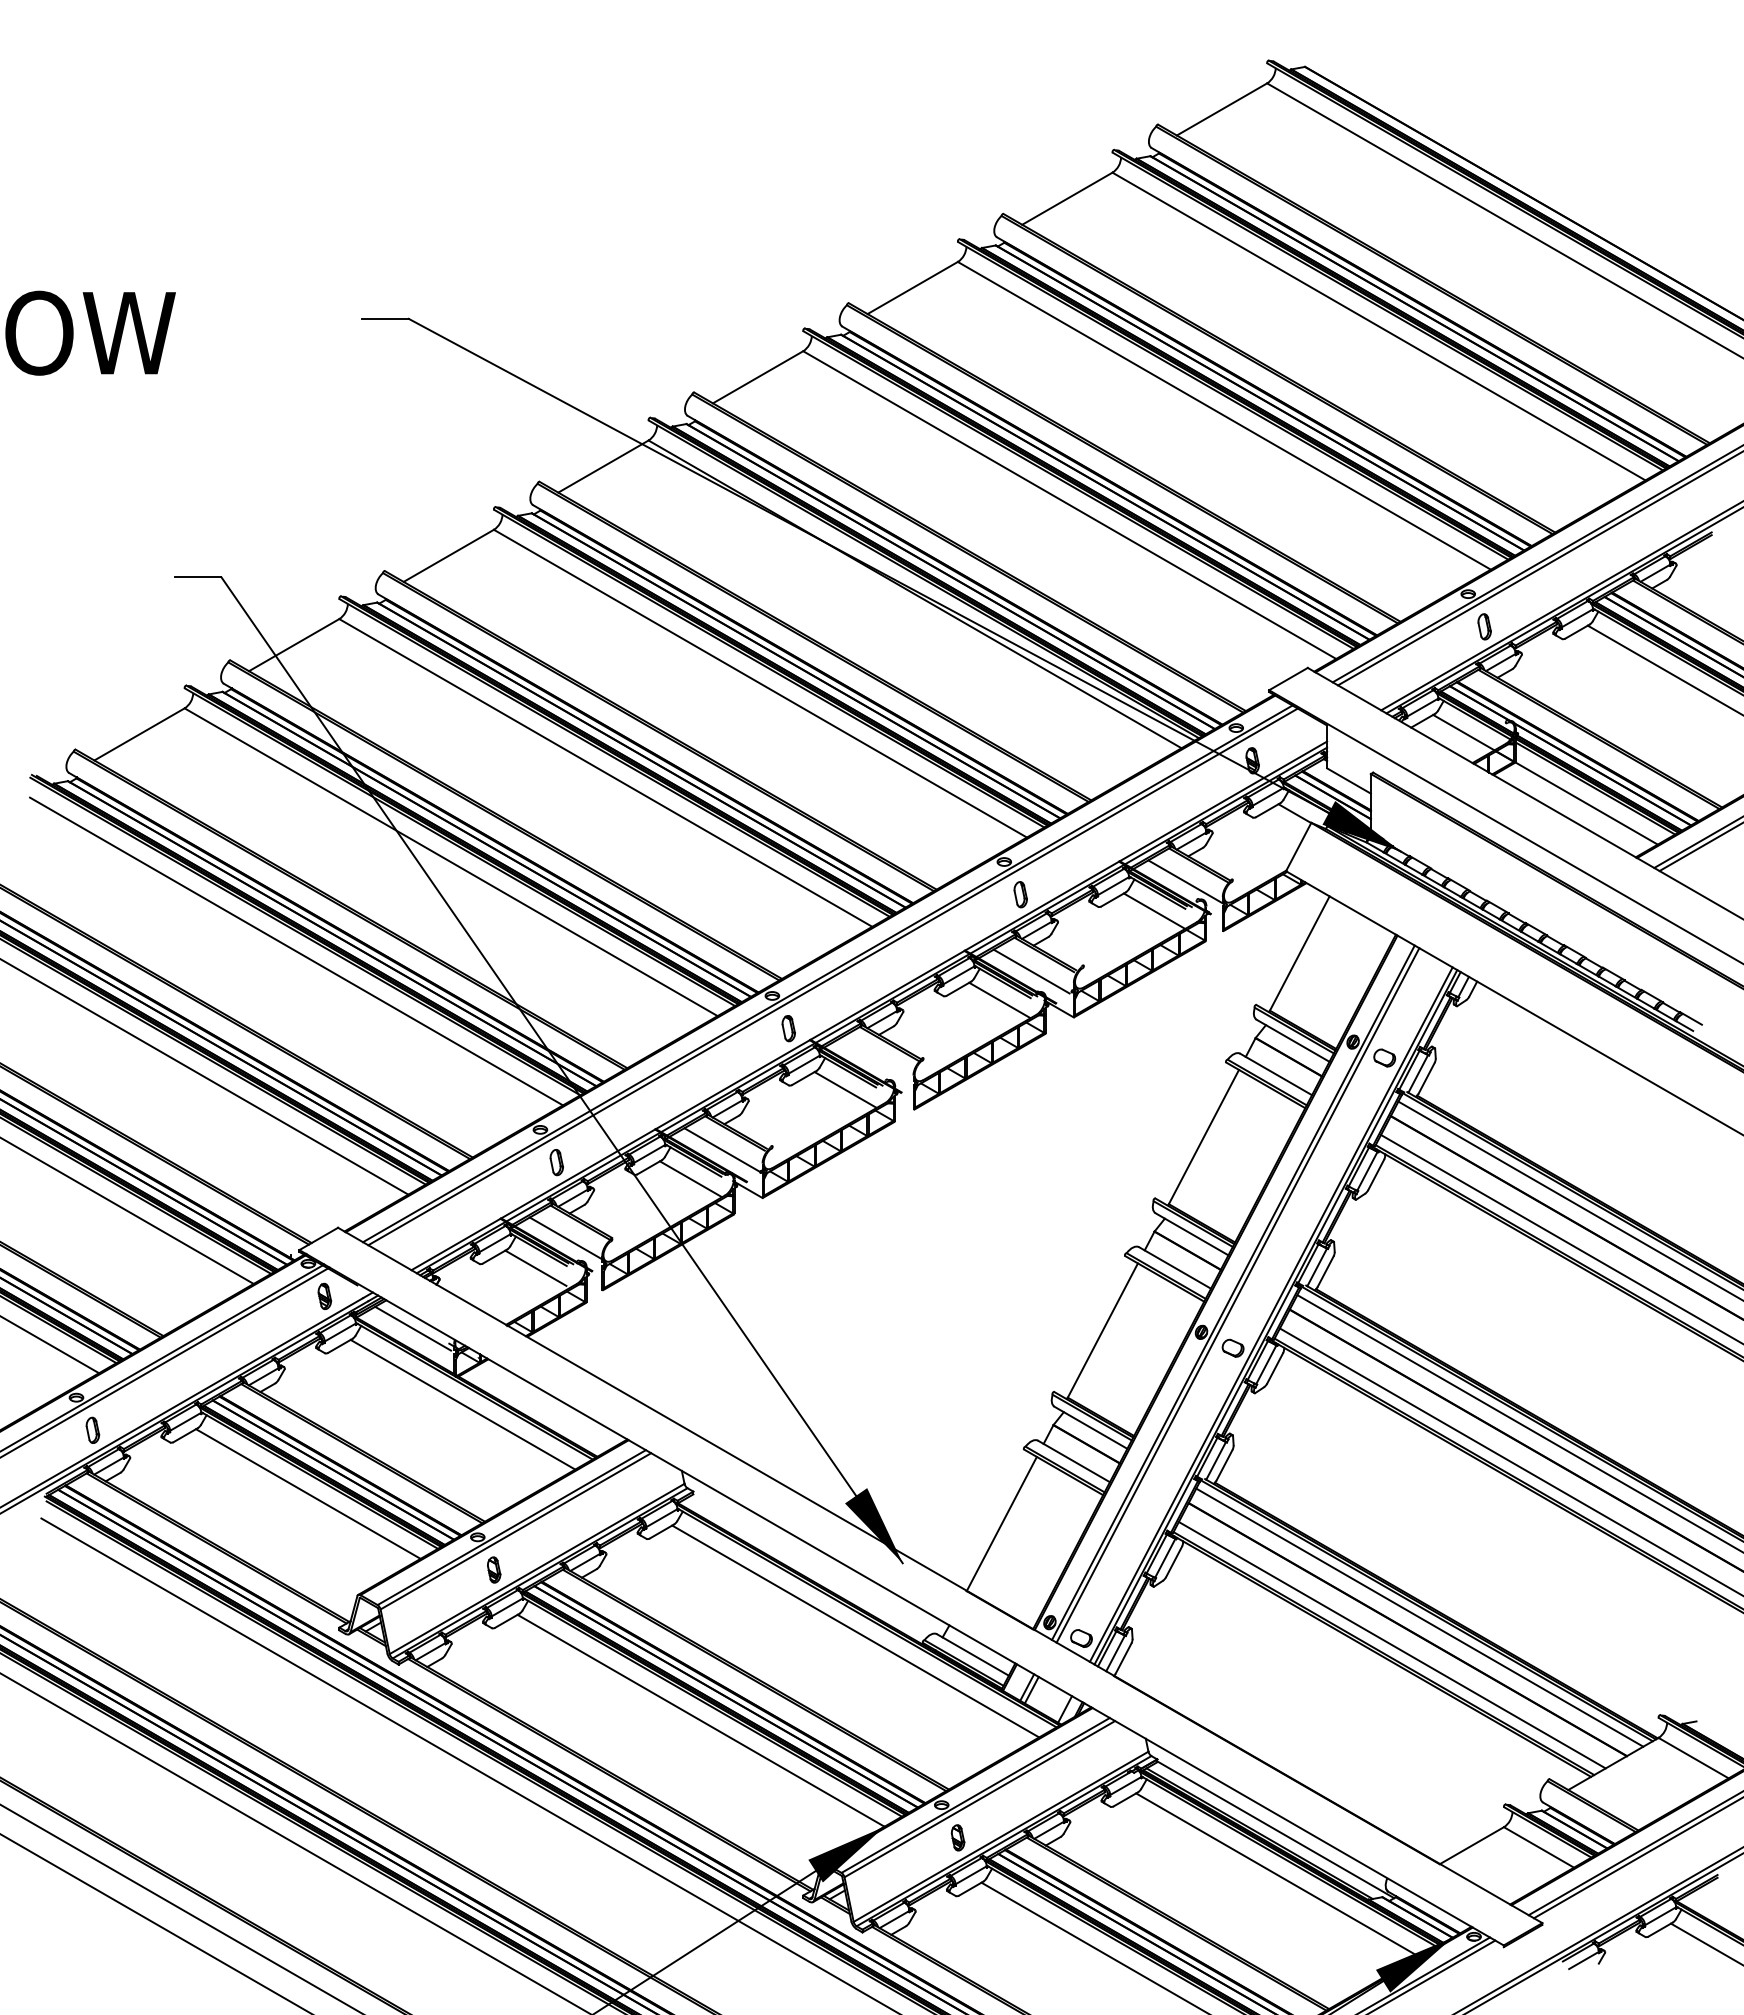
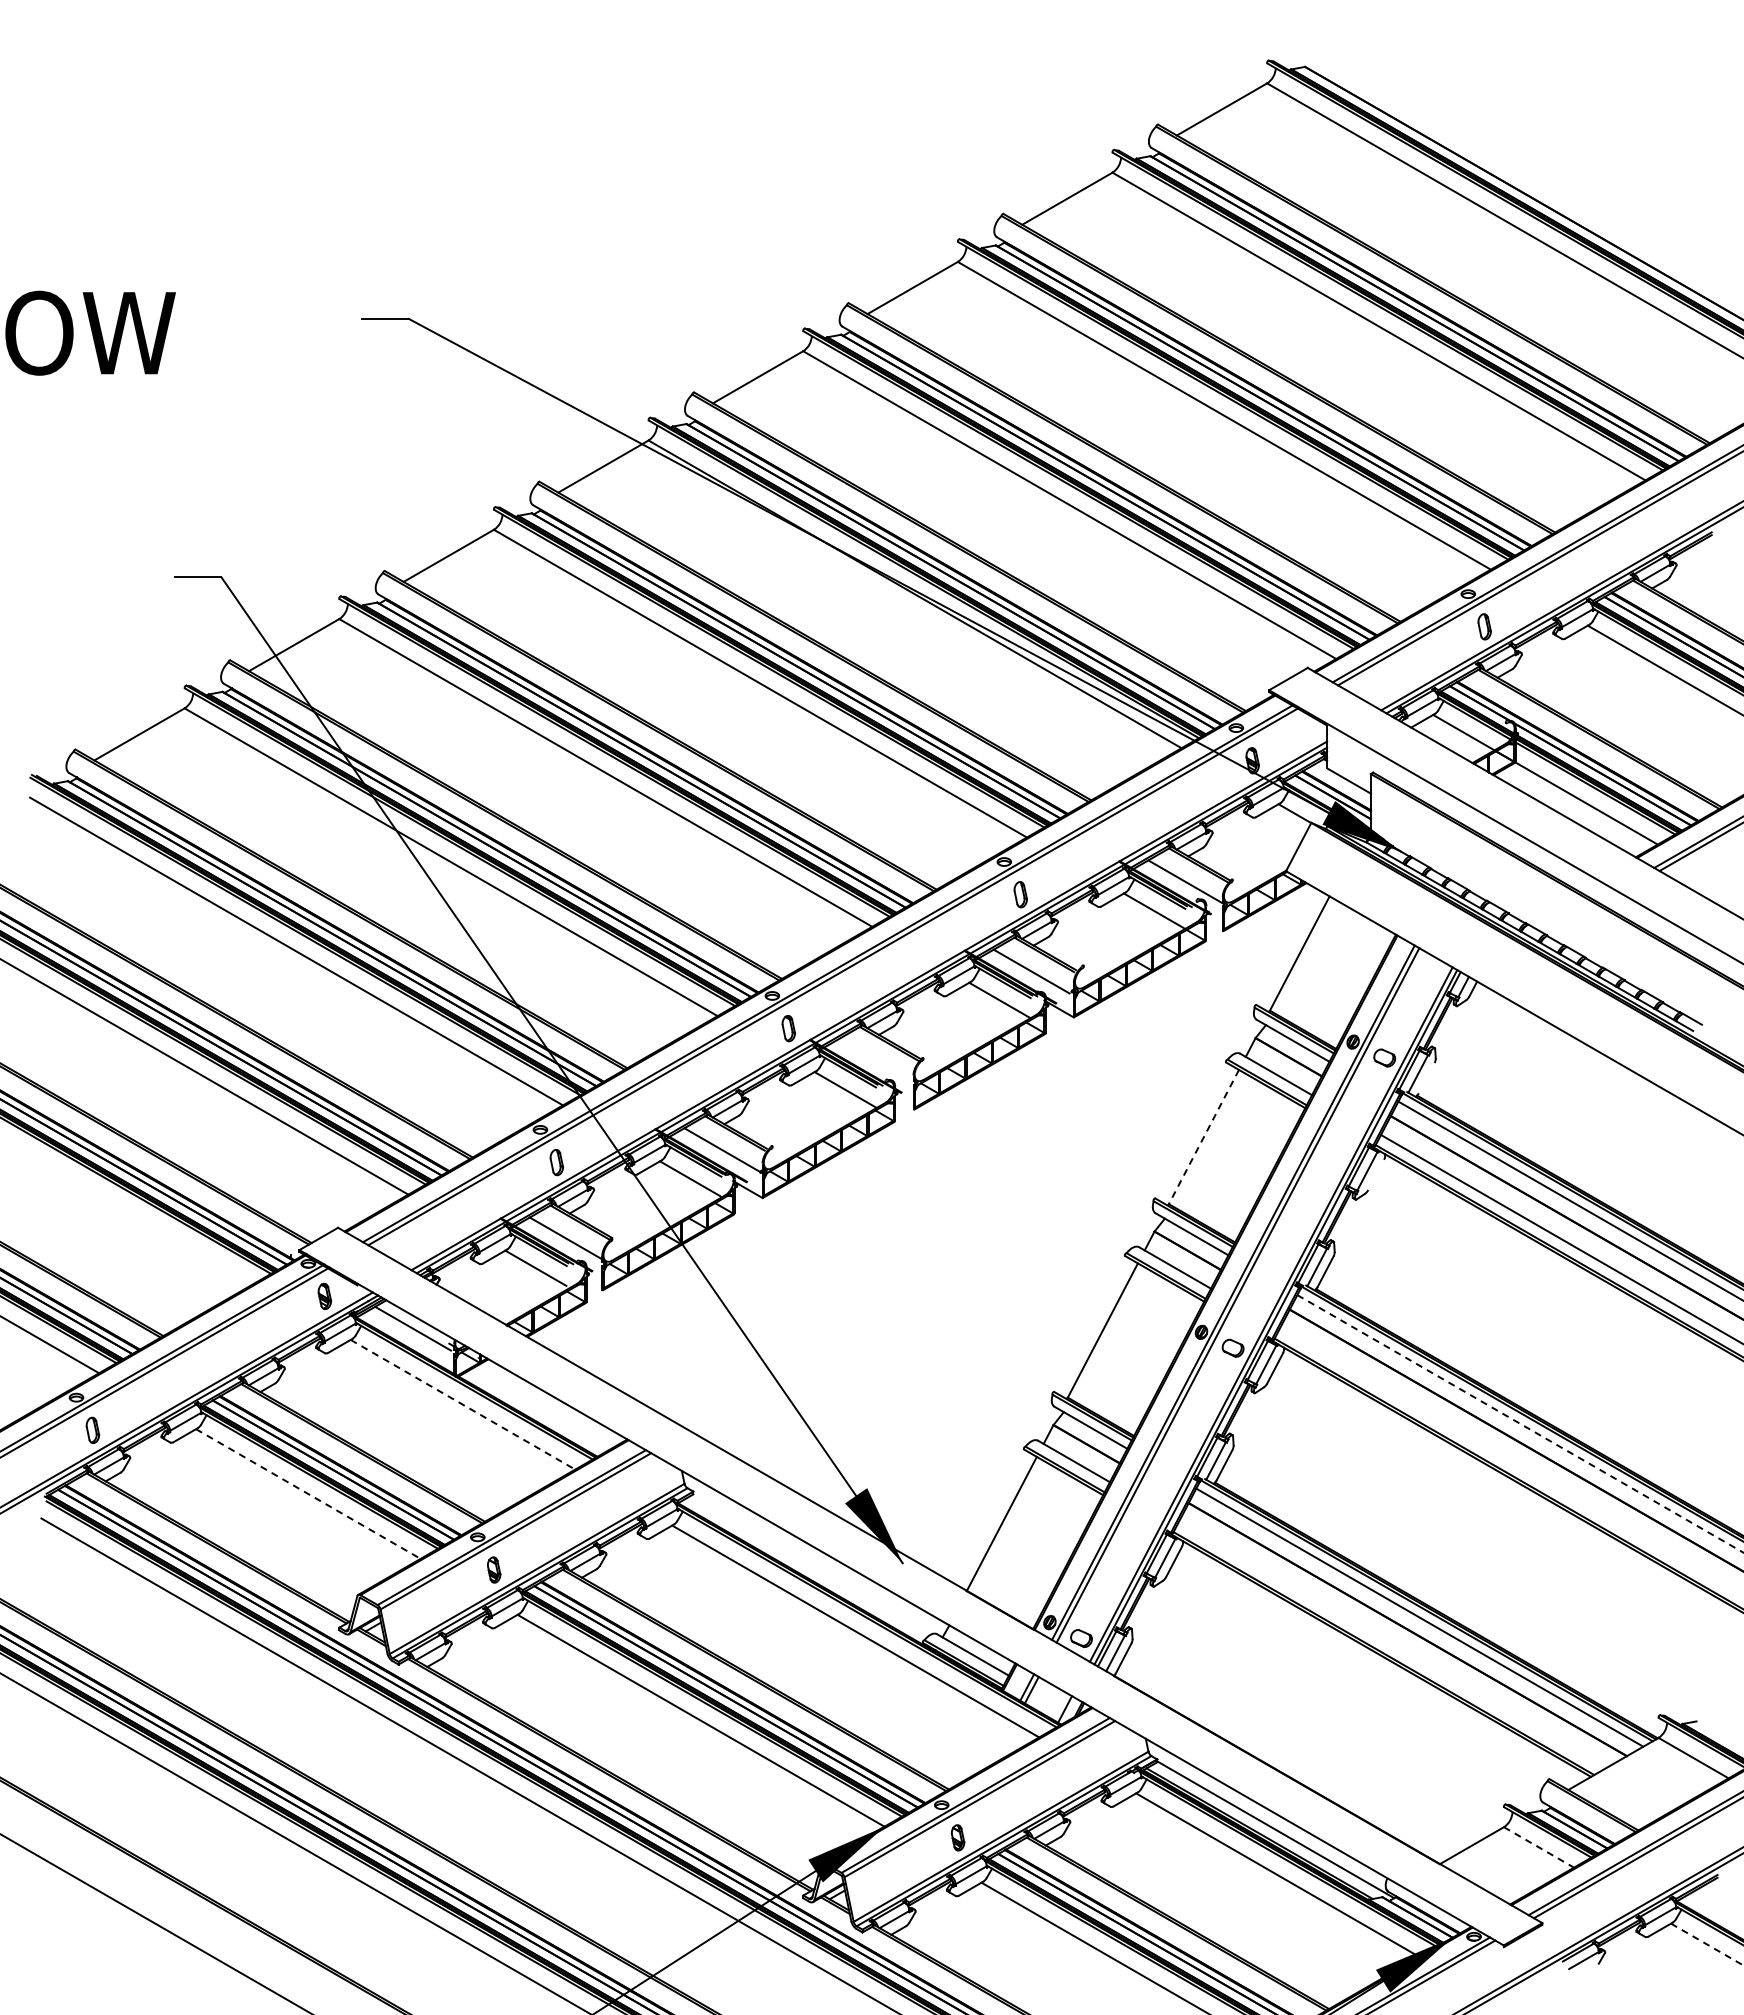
line at (1426, 1078): present -> none
line at (1203, 1137): solid -> dashed
line at (1376, 1174): present -> none
line at (127, 1210): present -> none
line at (462, 1404): solid -> dashed
line at (1520, 1423): solid -> dashed
line at (1509, 1461): present -> none
line at (308, 1494): solid -> dashed
line at (1391, 1644): present -> none
line at (1539, 1847): solid -> dashed
line at (180, 1908): present -> none
line at (1707, 1944): solid -> dashed
